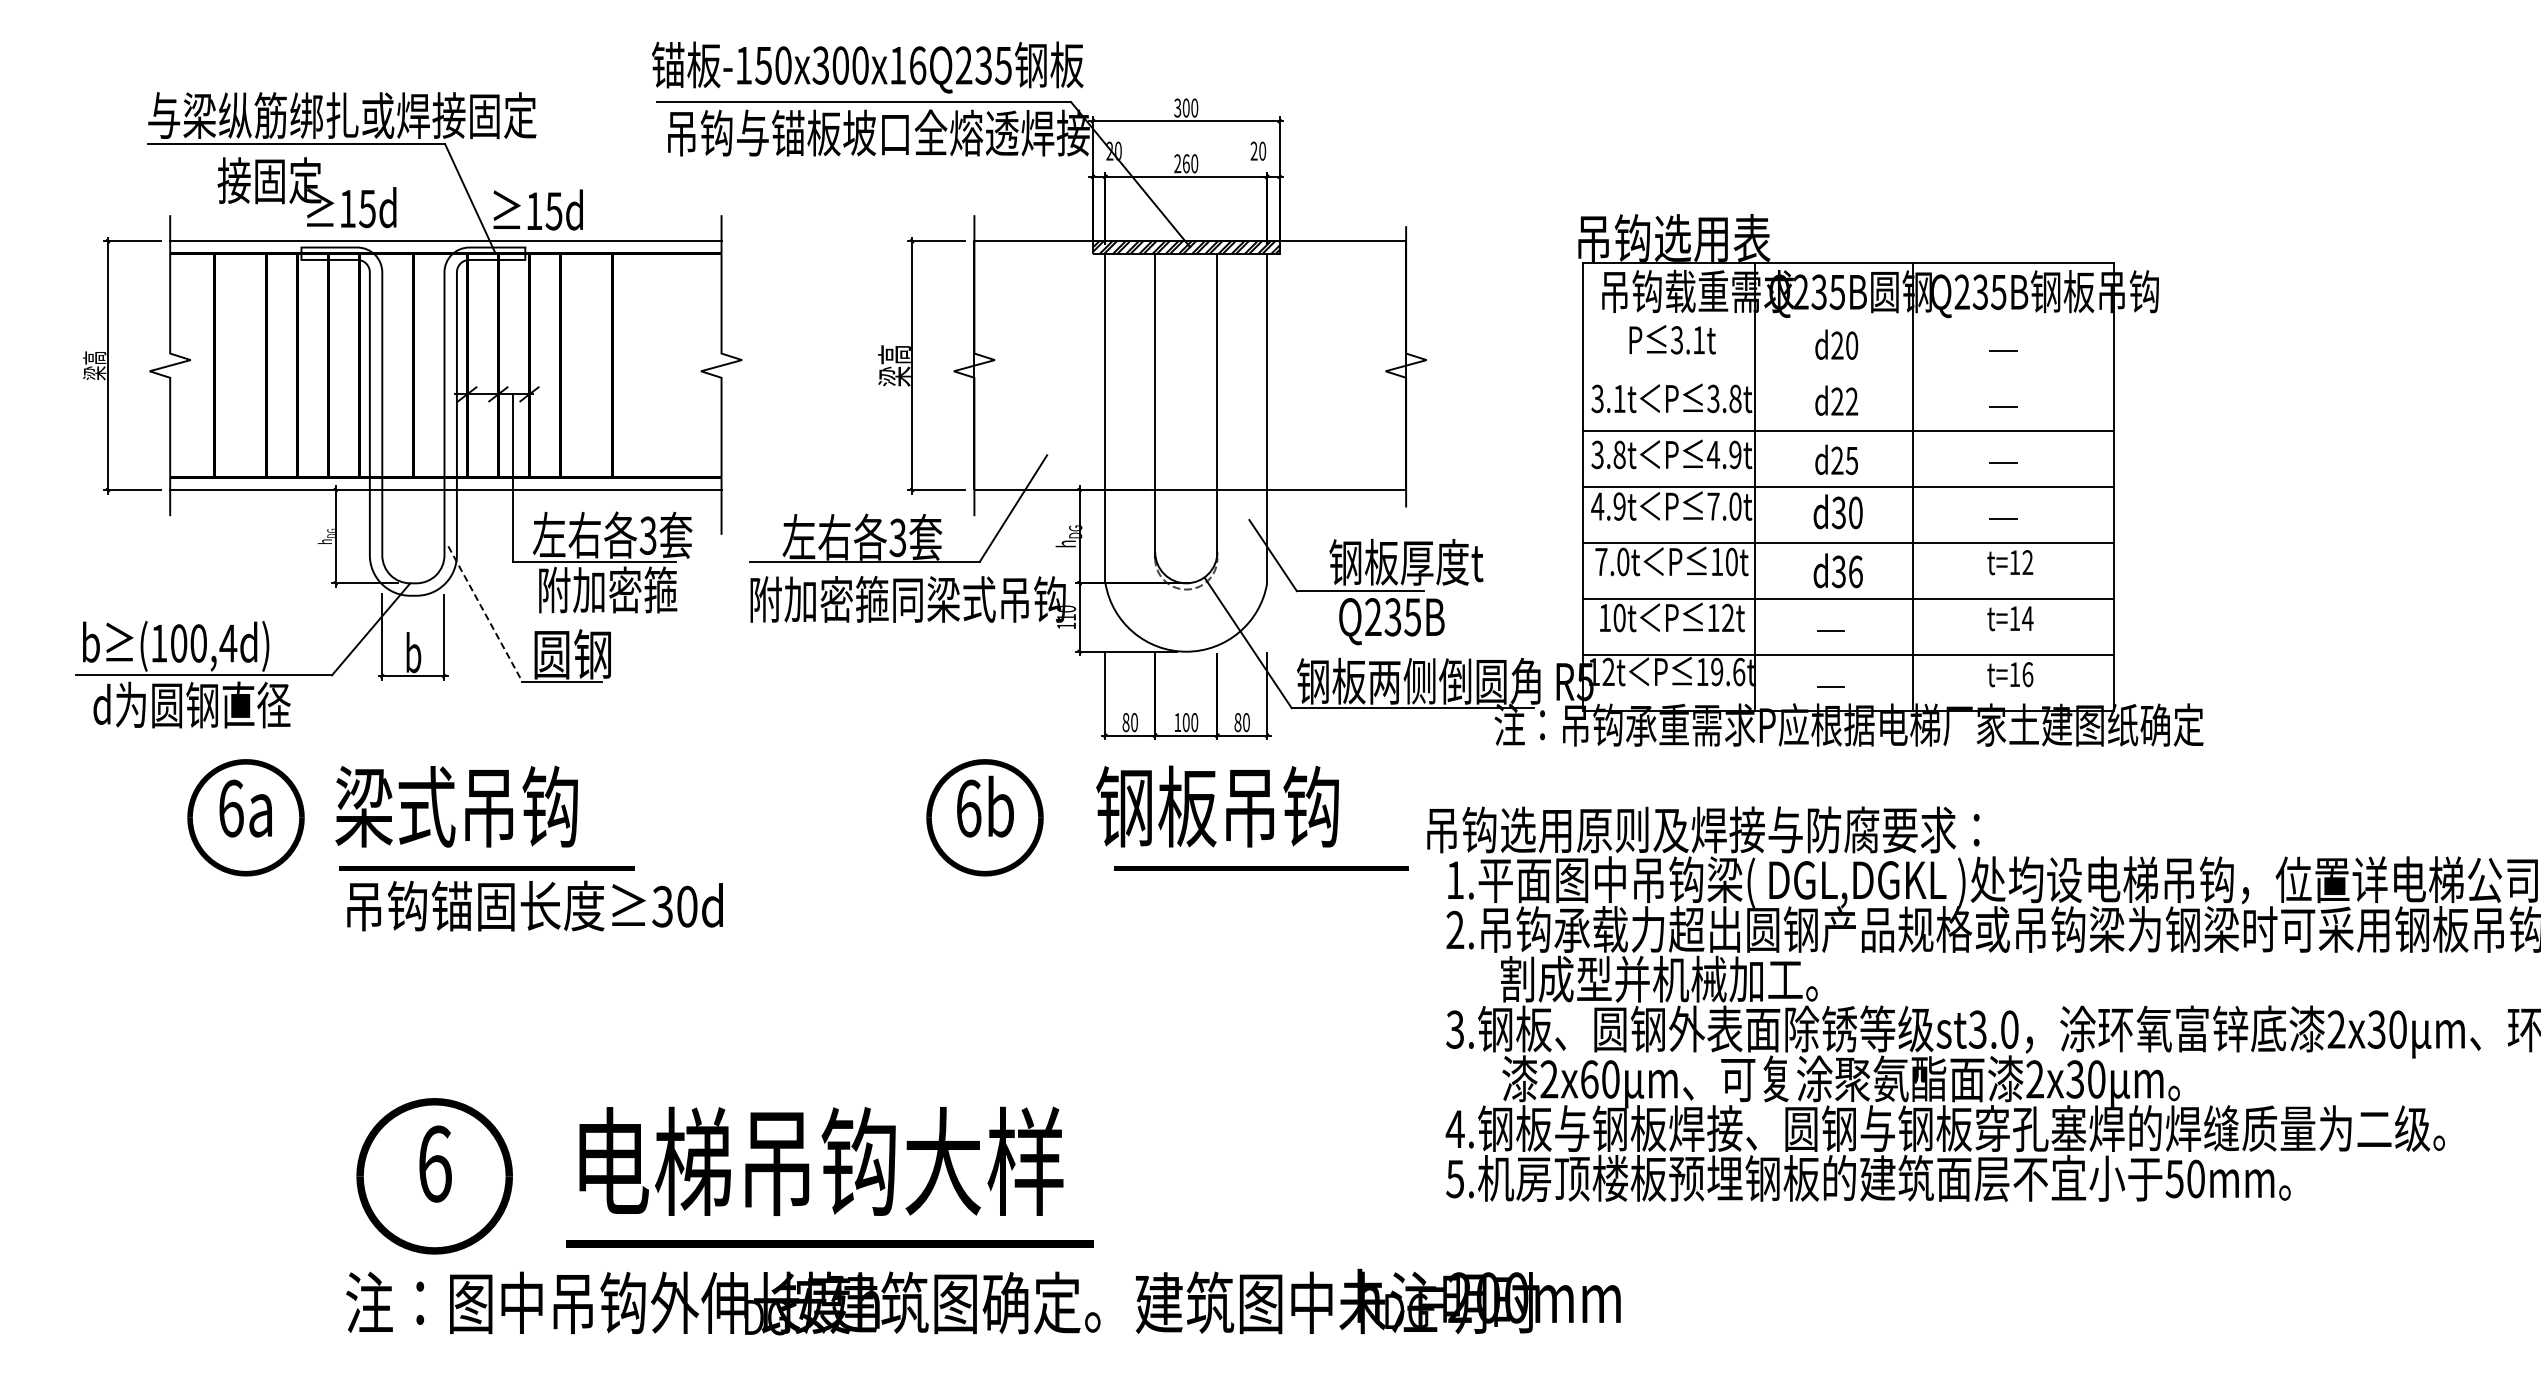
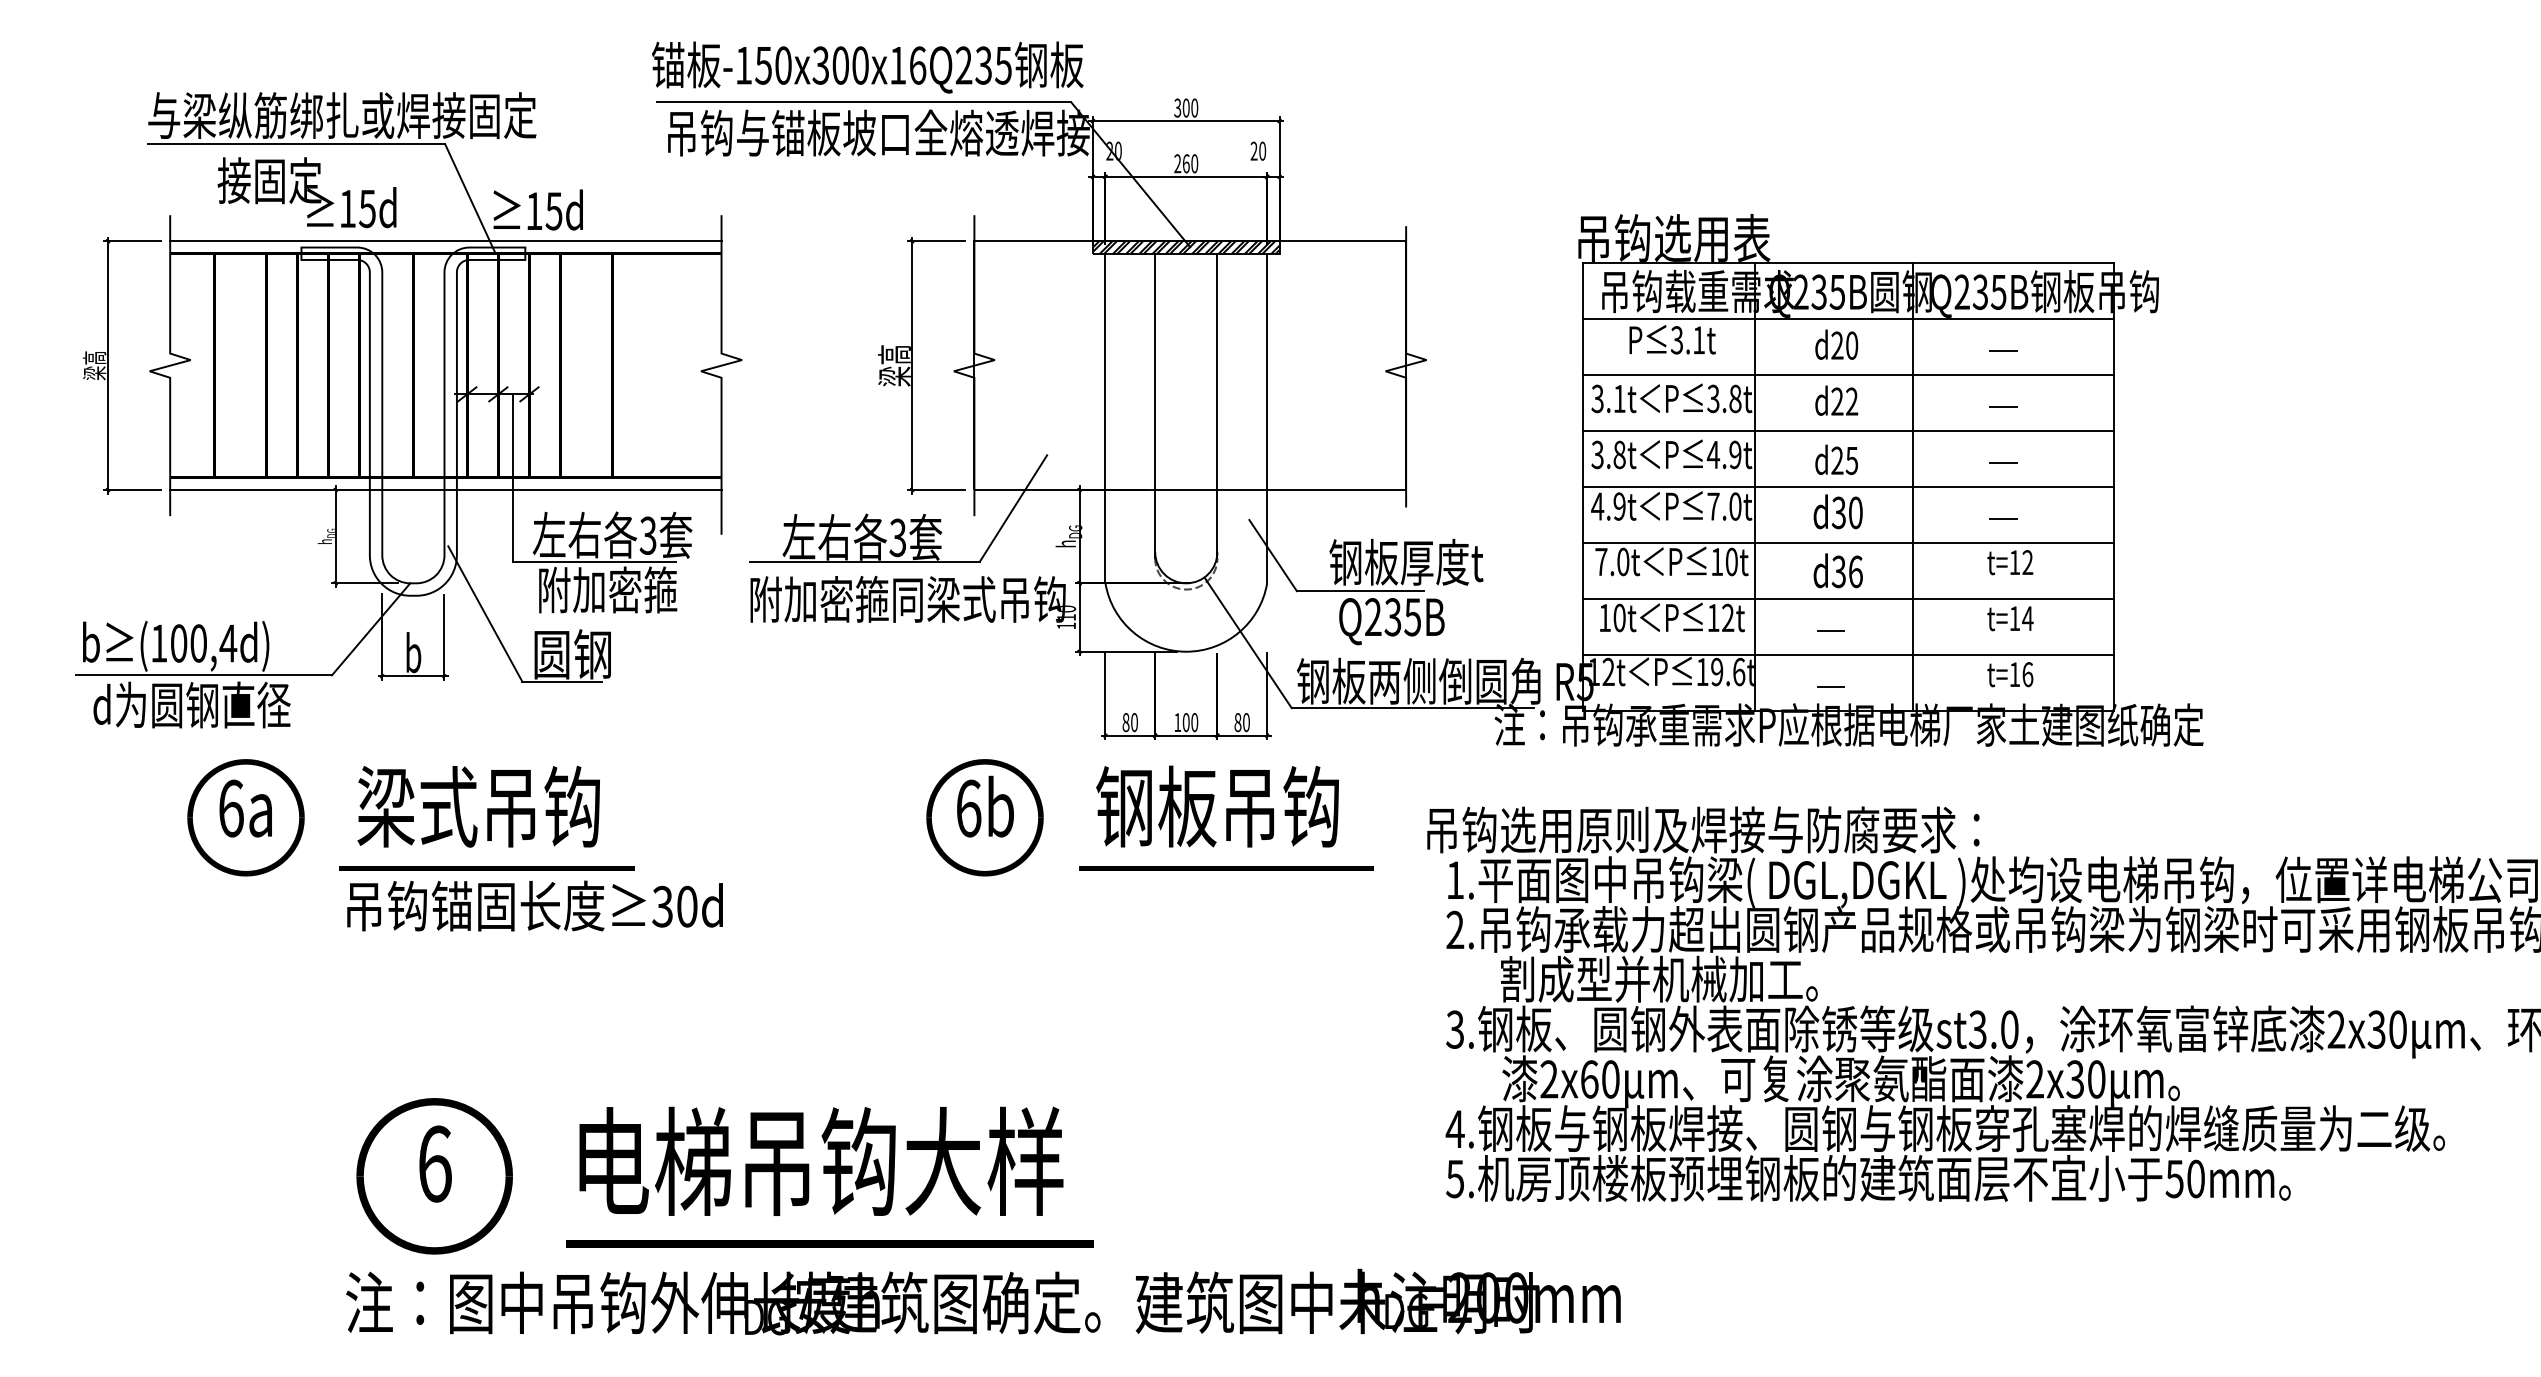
line at (1848, 319): none -> present
line at (1848, 375): none -> present
line at (485, 614): dashed -> solid
text at (456, 806) position: (456, 806) -> (478, 806)
line at (1261, 868) position: (1261, 868) -> (1226, 868)
